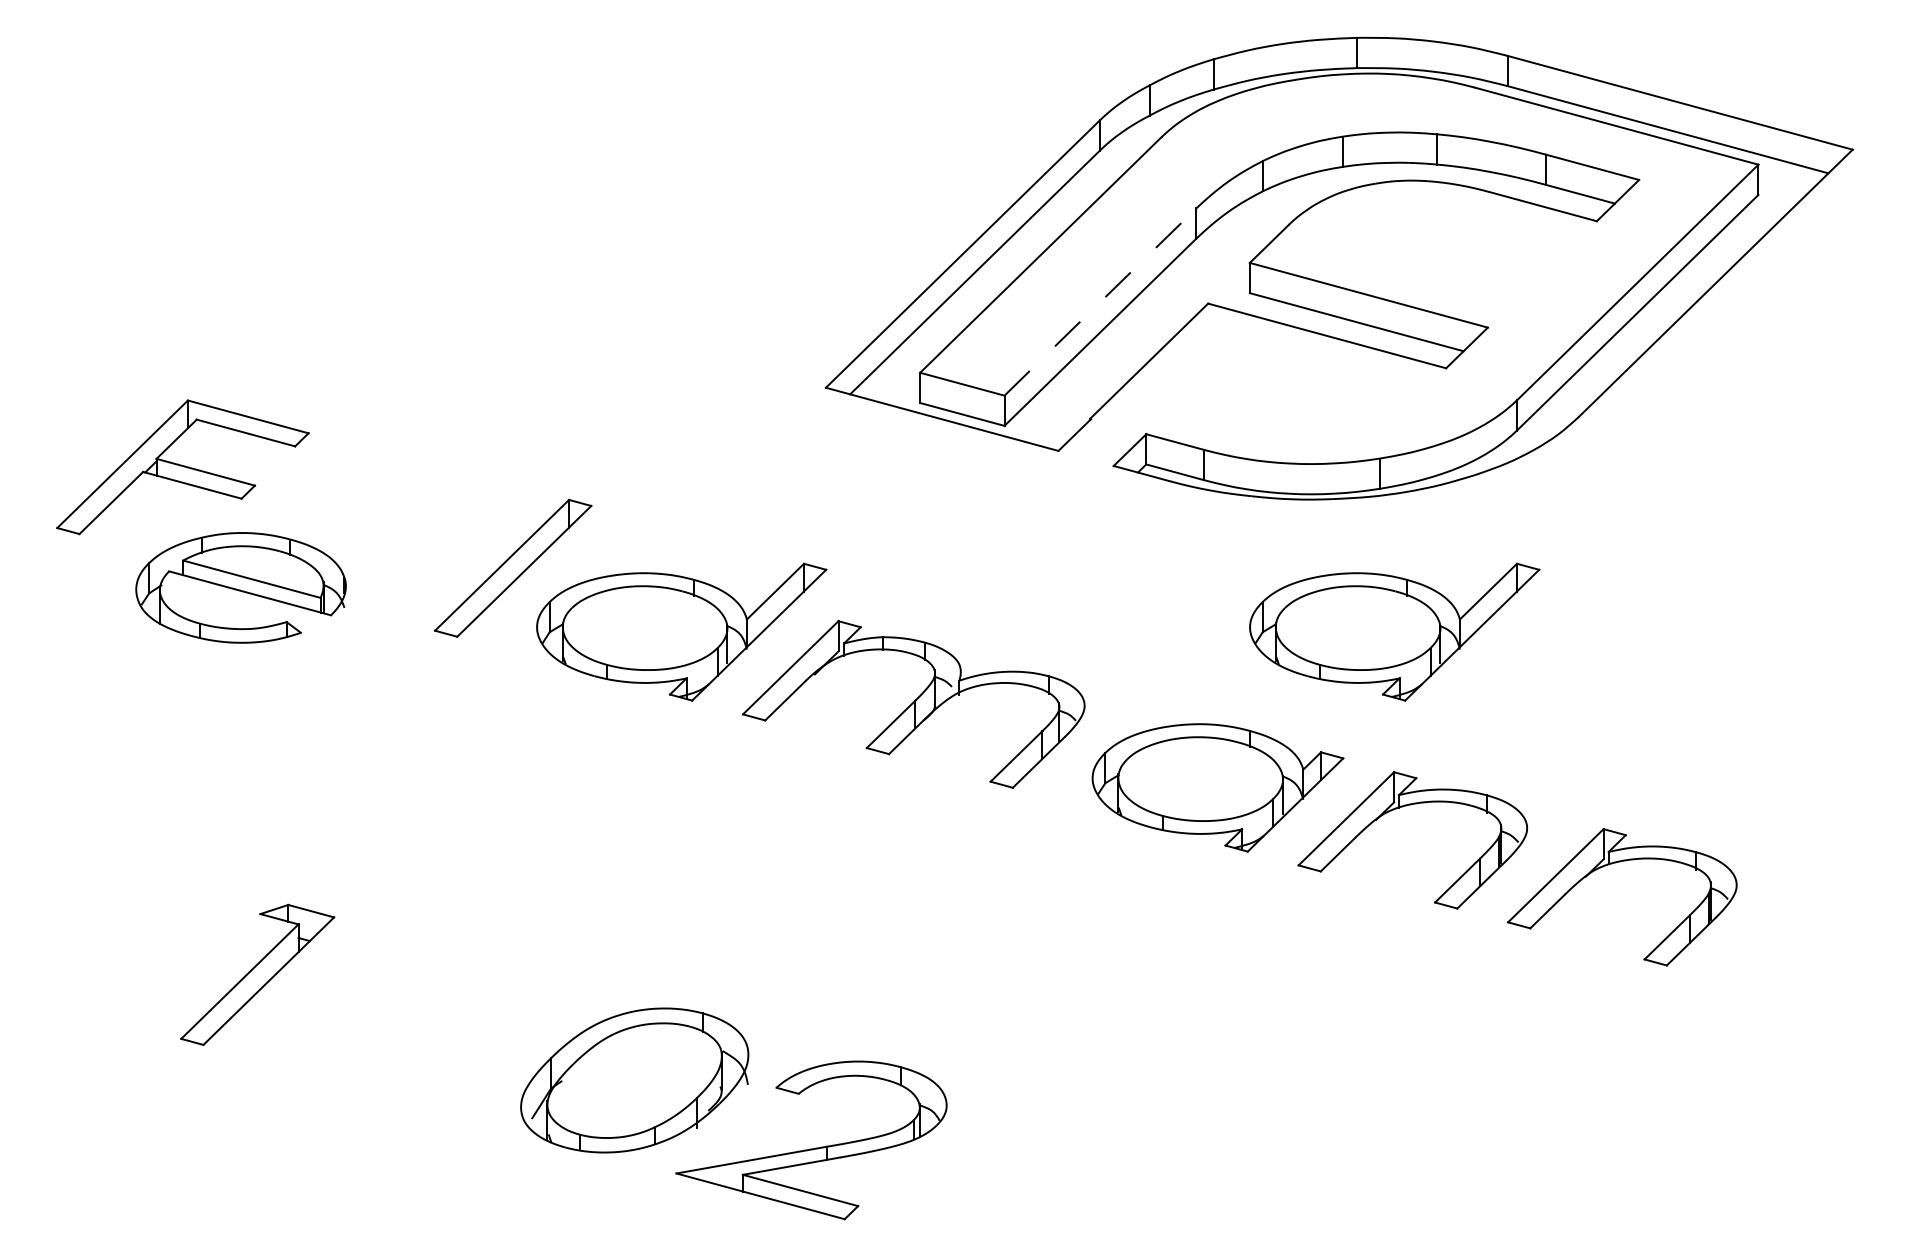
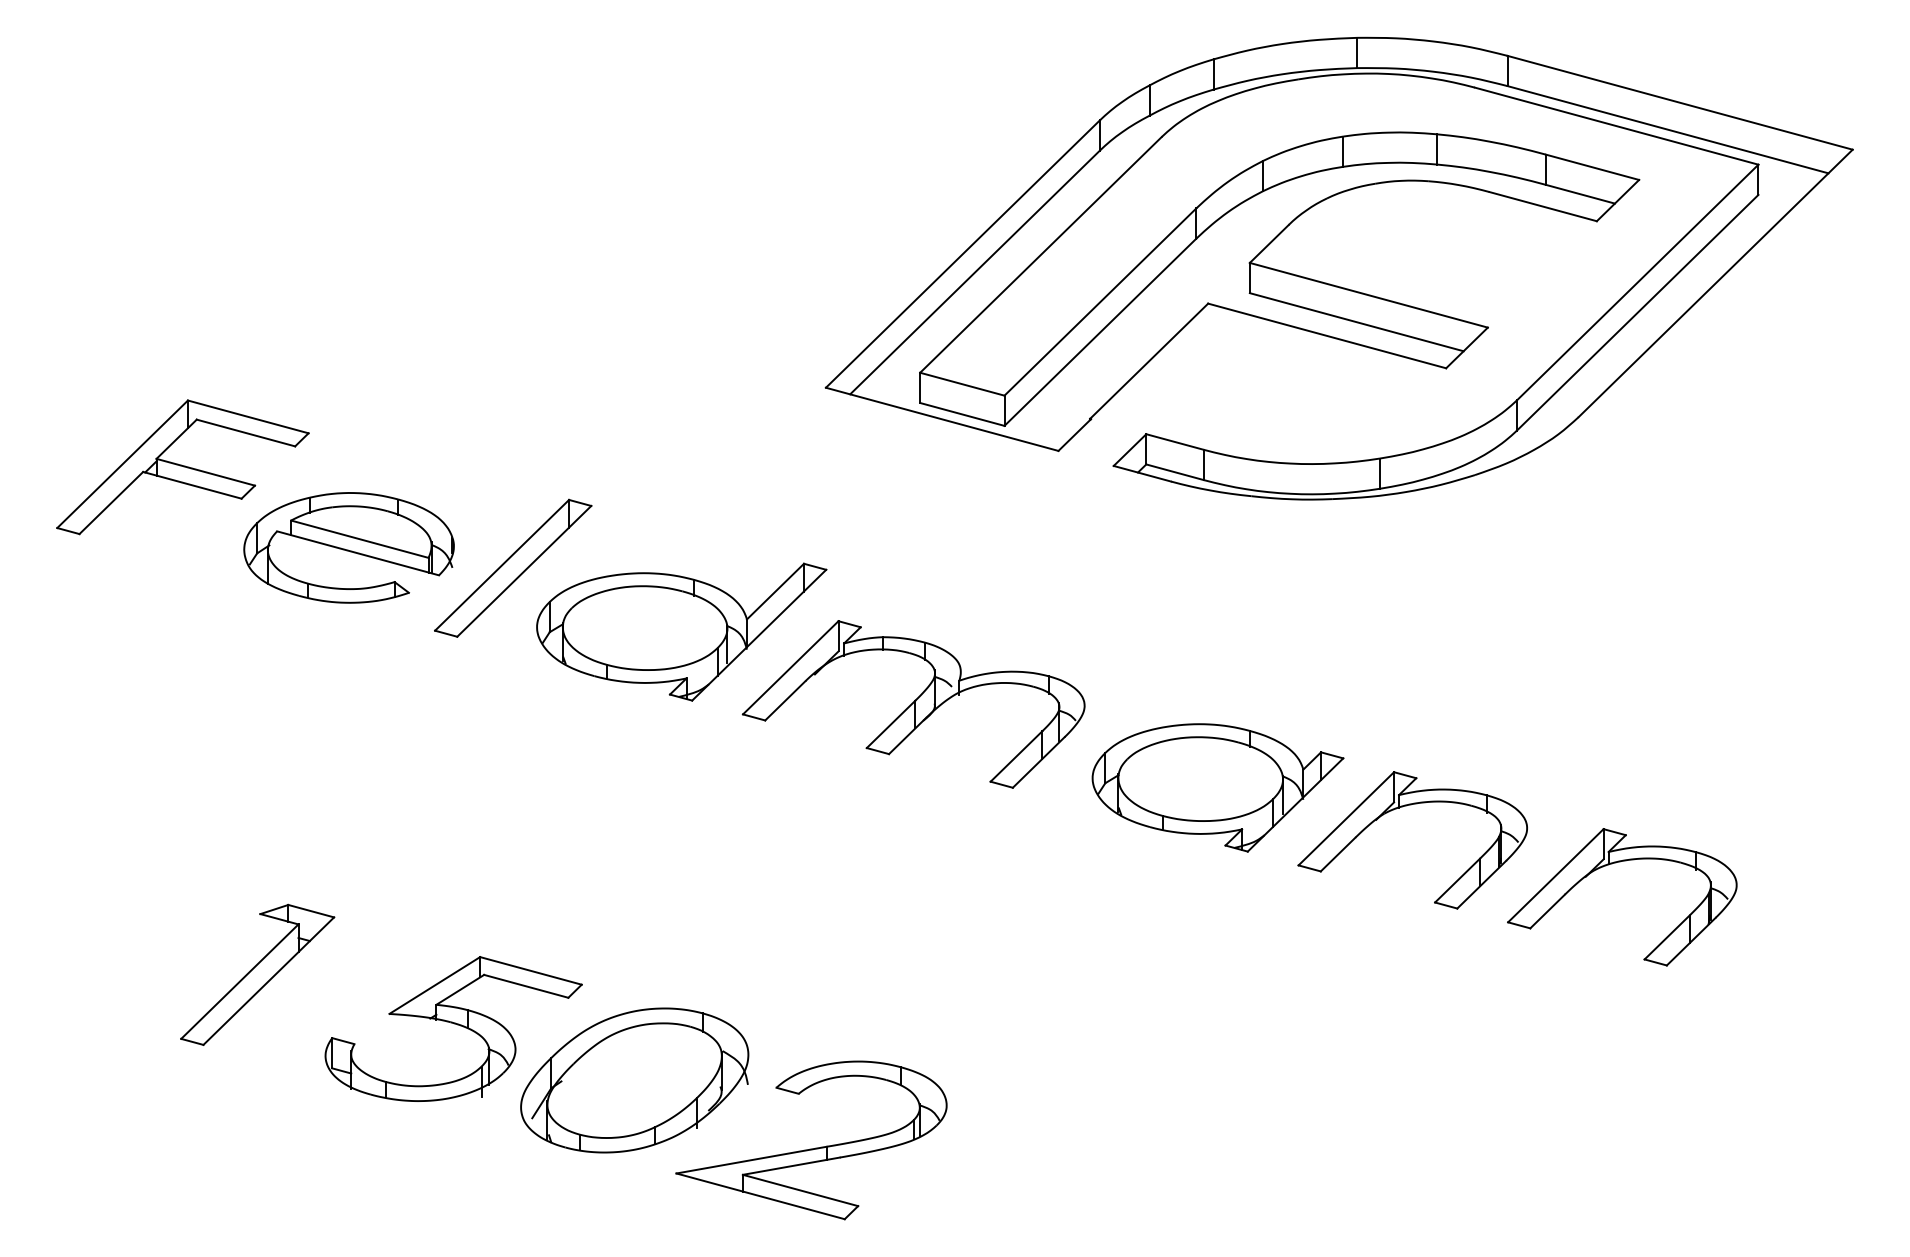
line at (1100, 301): dashed -> solid
part at (240, 587) position: (240, 587) -> (348, 547)
part at (1394, 631): present -> none
part at (453, 1028): none -> present
